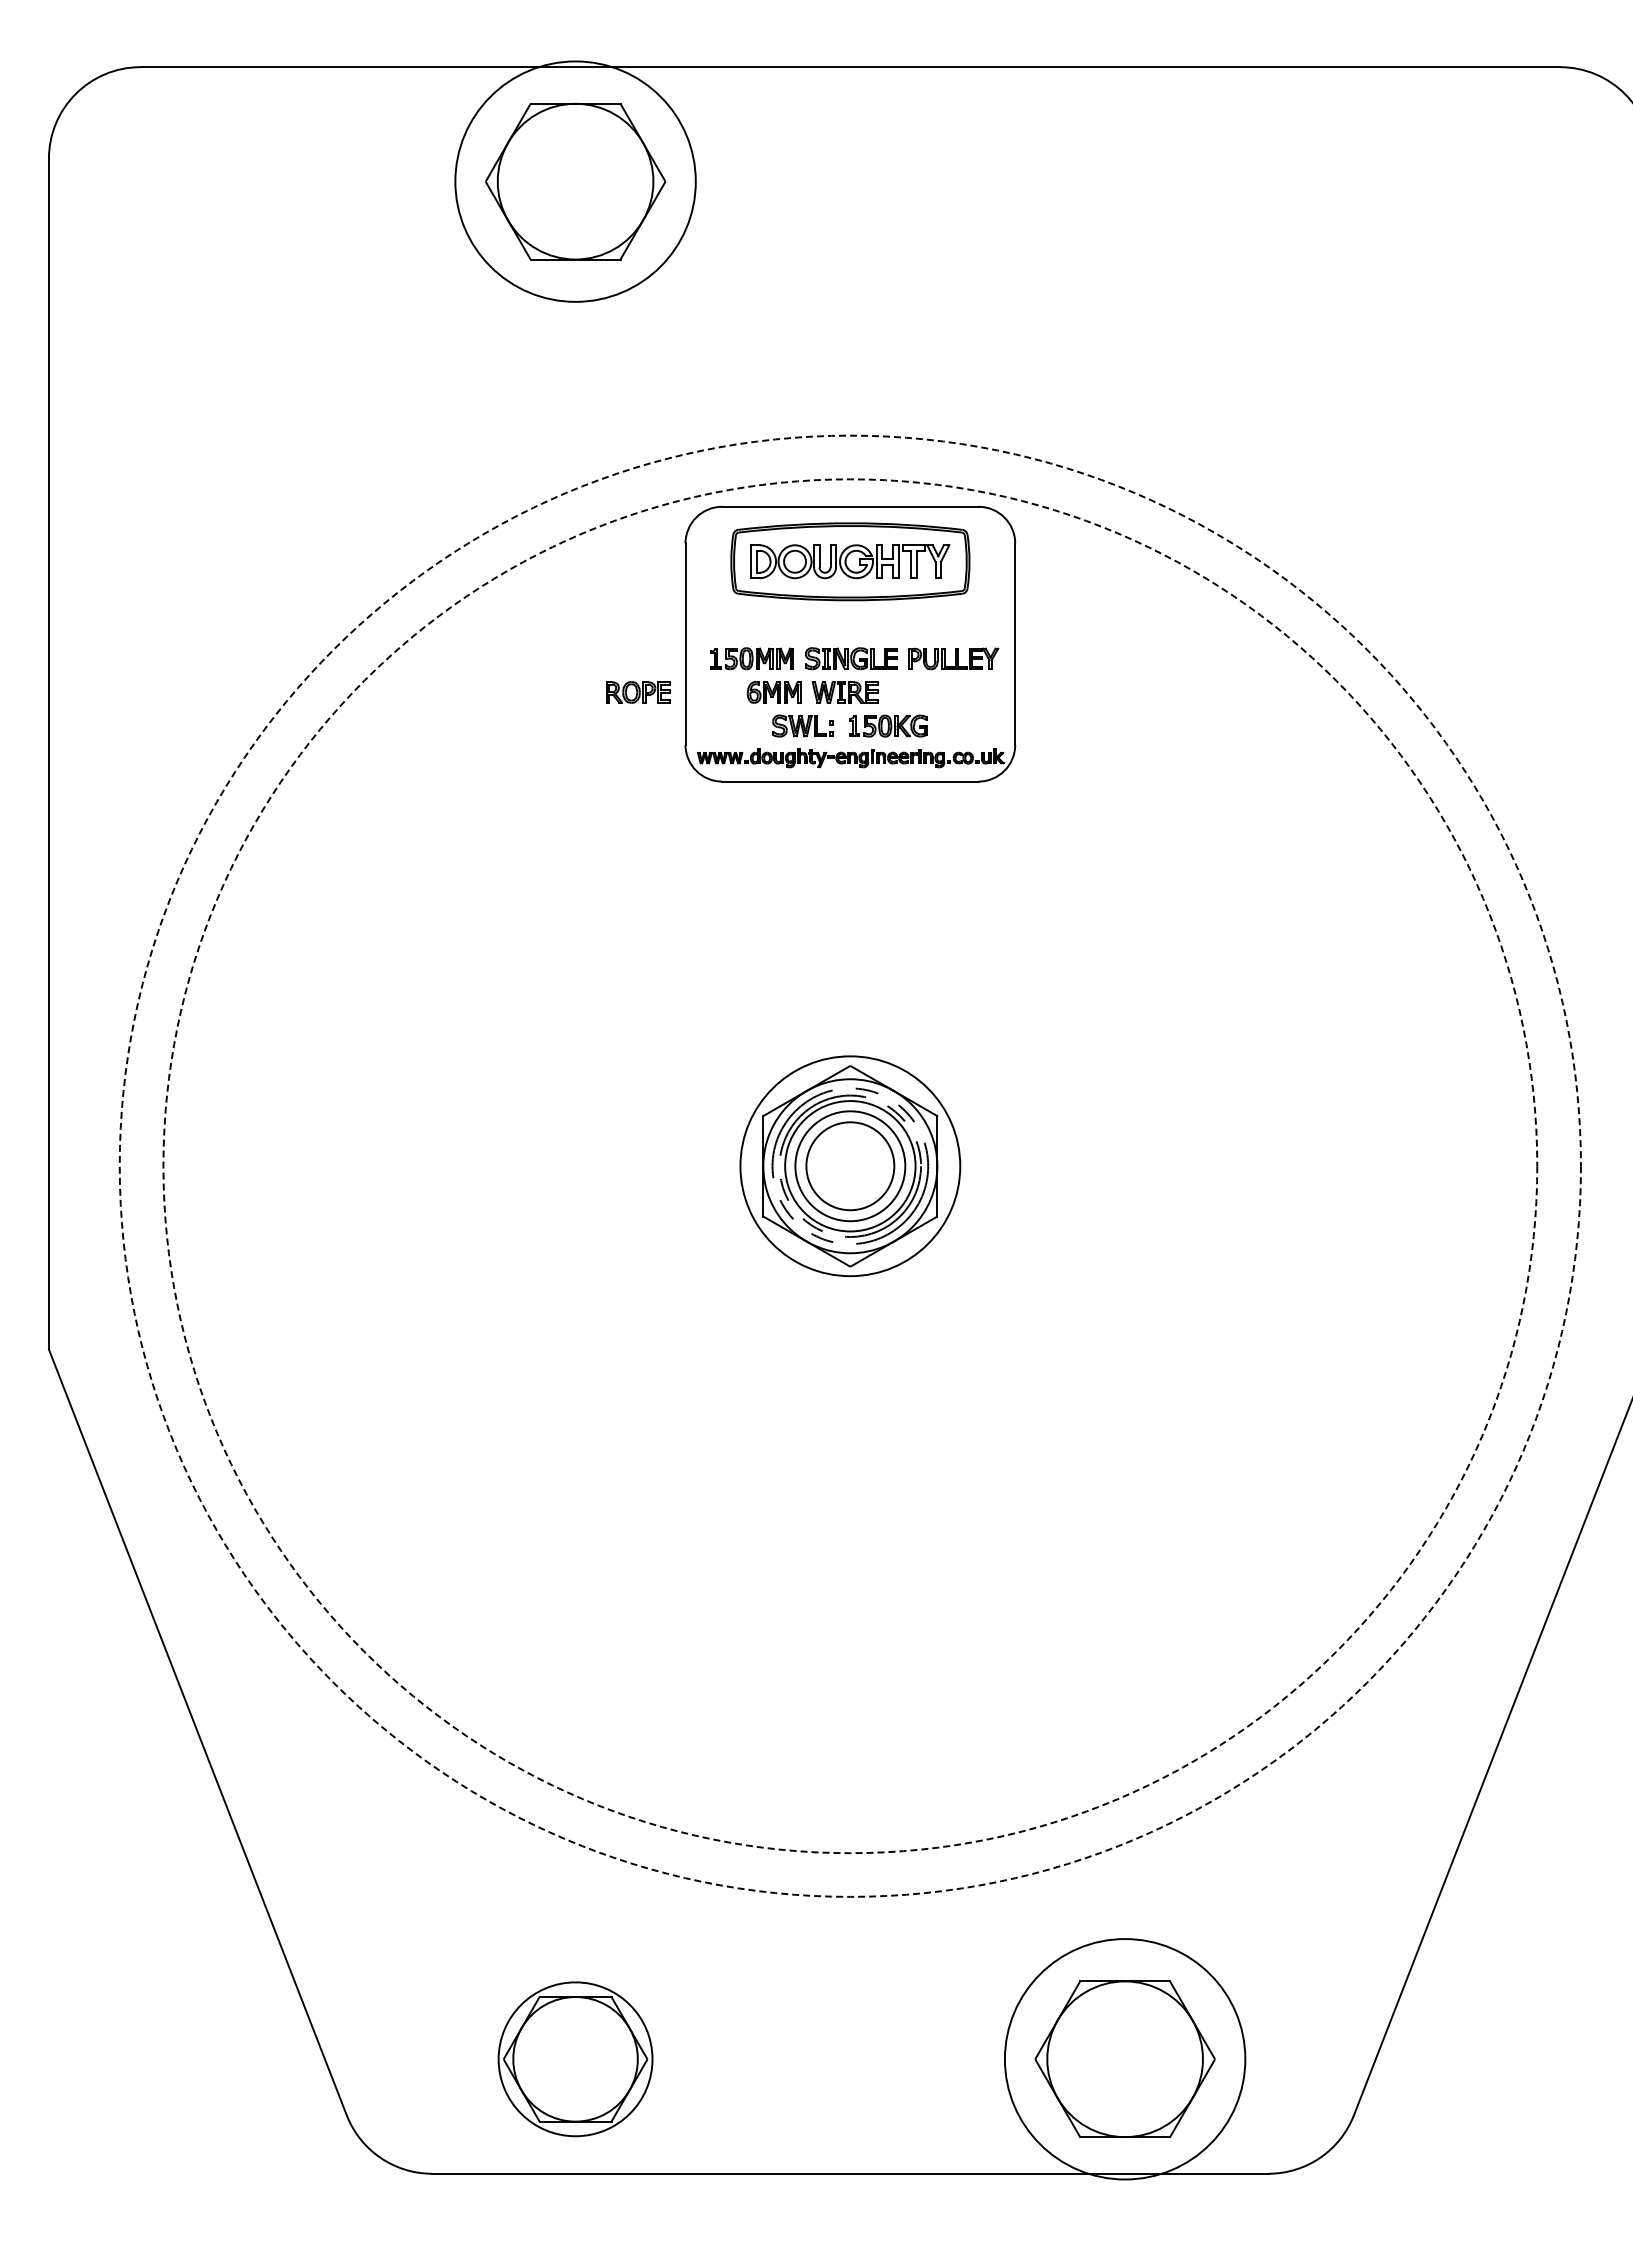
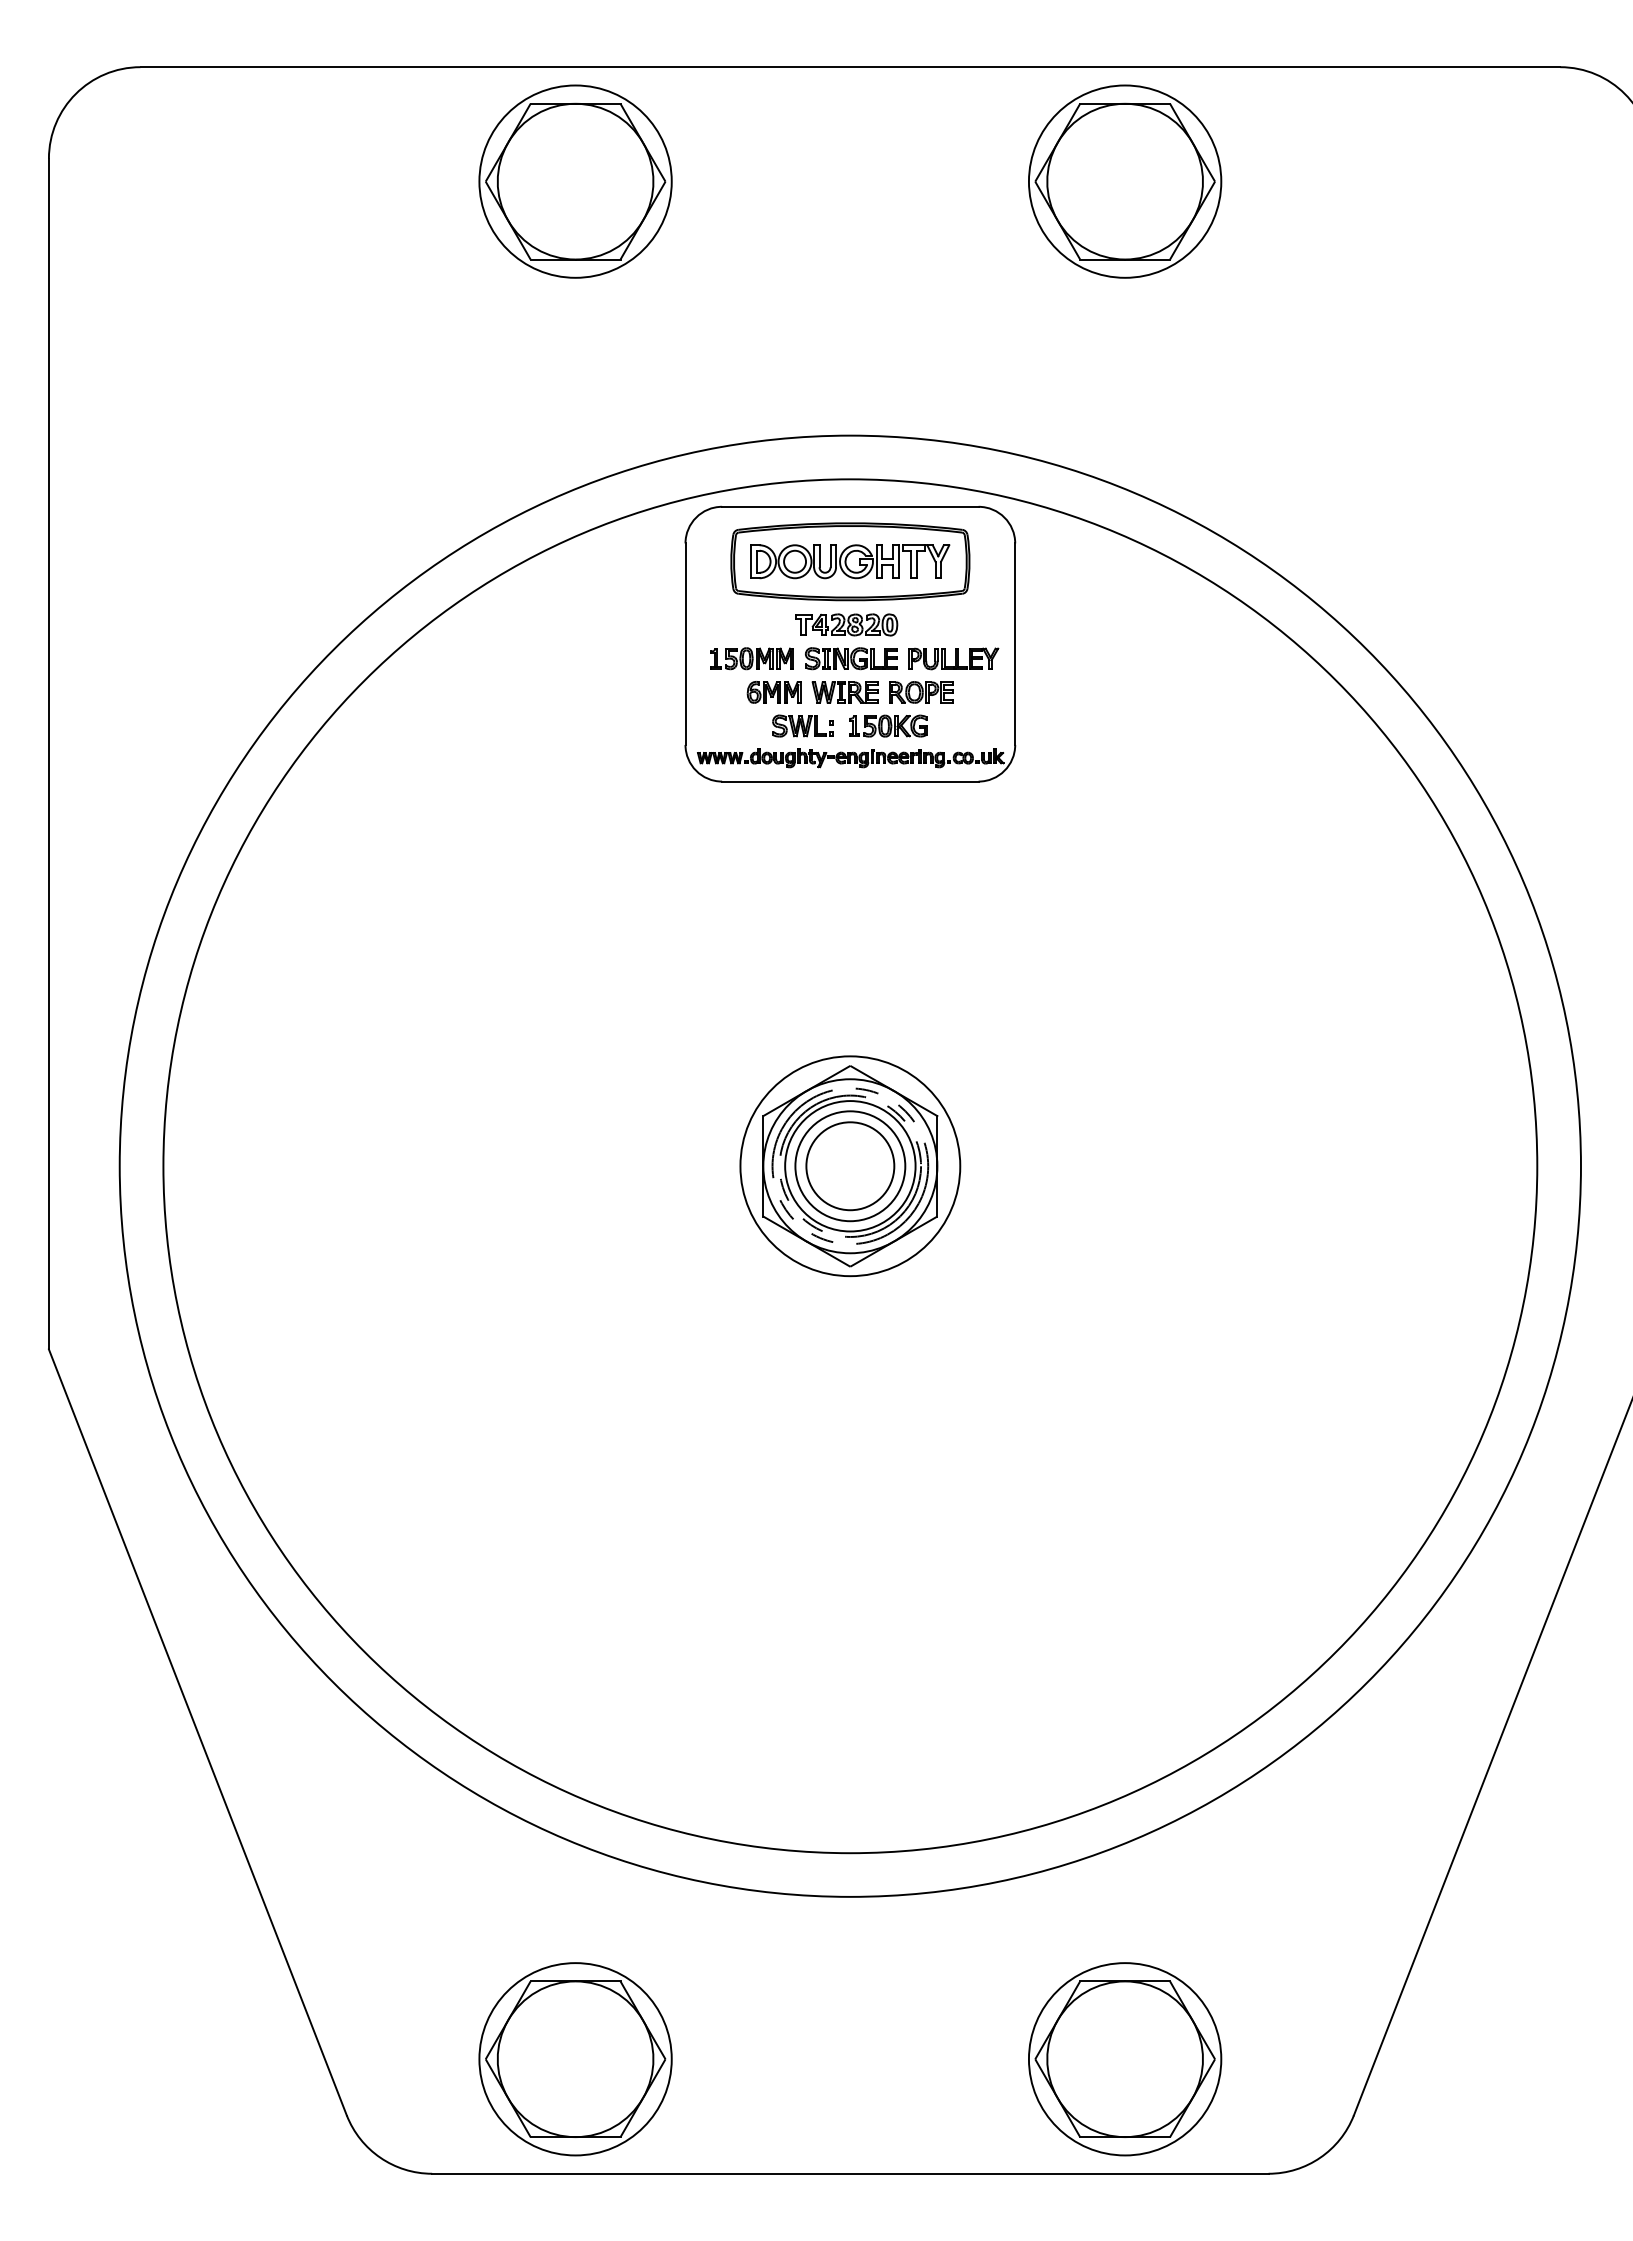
circle at (575, 181) diameter: 240 px -> 192 px
part at (1125, 181): none -> present
part at (846, 624): none -> present
part at (638, 692) position: (638, 692) -> (921, 692)
circle at (849, 1165): dashed -> solid
circle at (850, 1166): dashed -> solid
part at (575, 2059) size: 157x157 px -> 195x195 px
circle at (1124, 2059) diameter: 240 px -> 192 px
